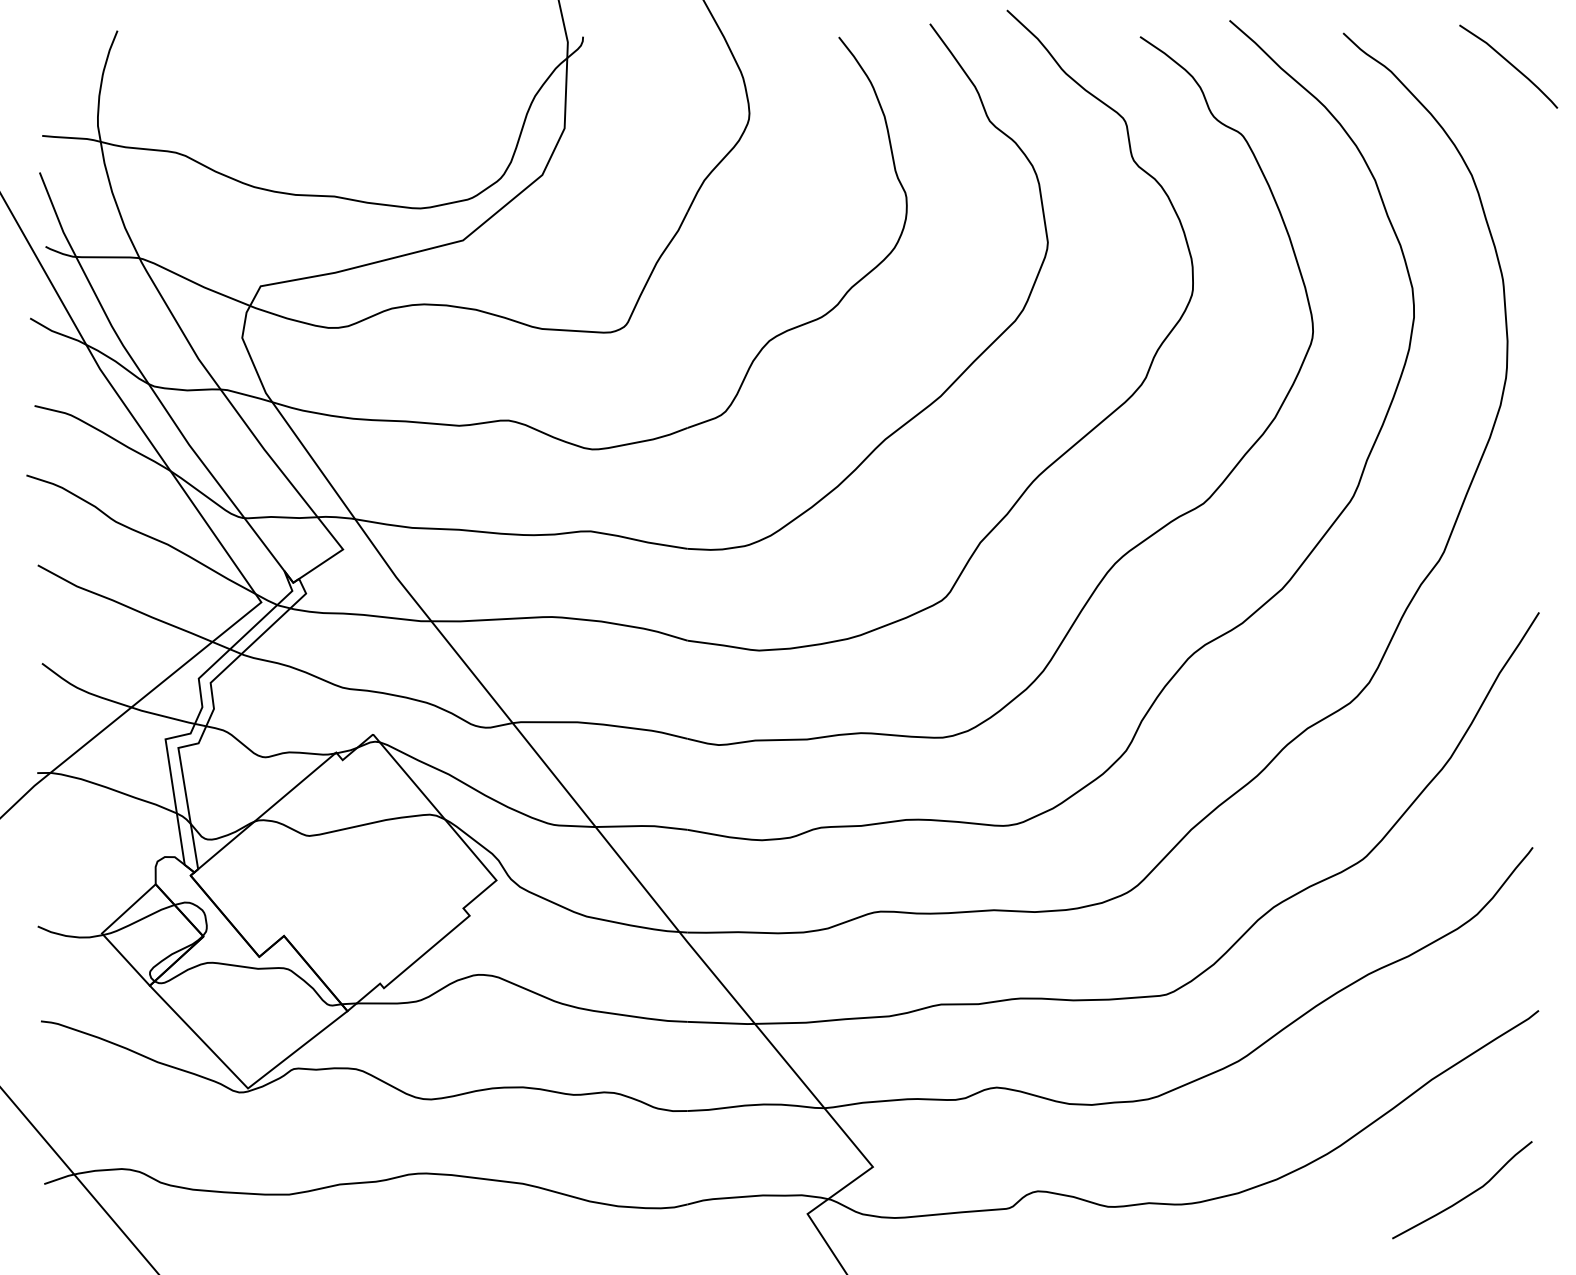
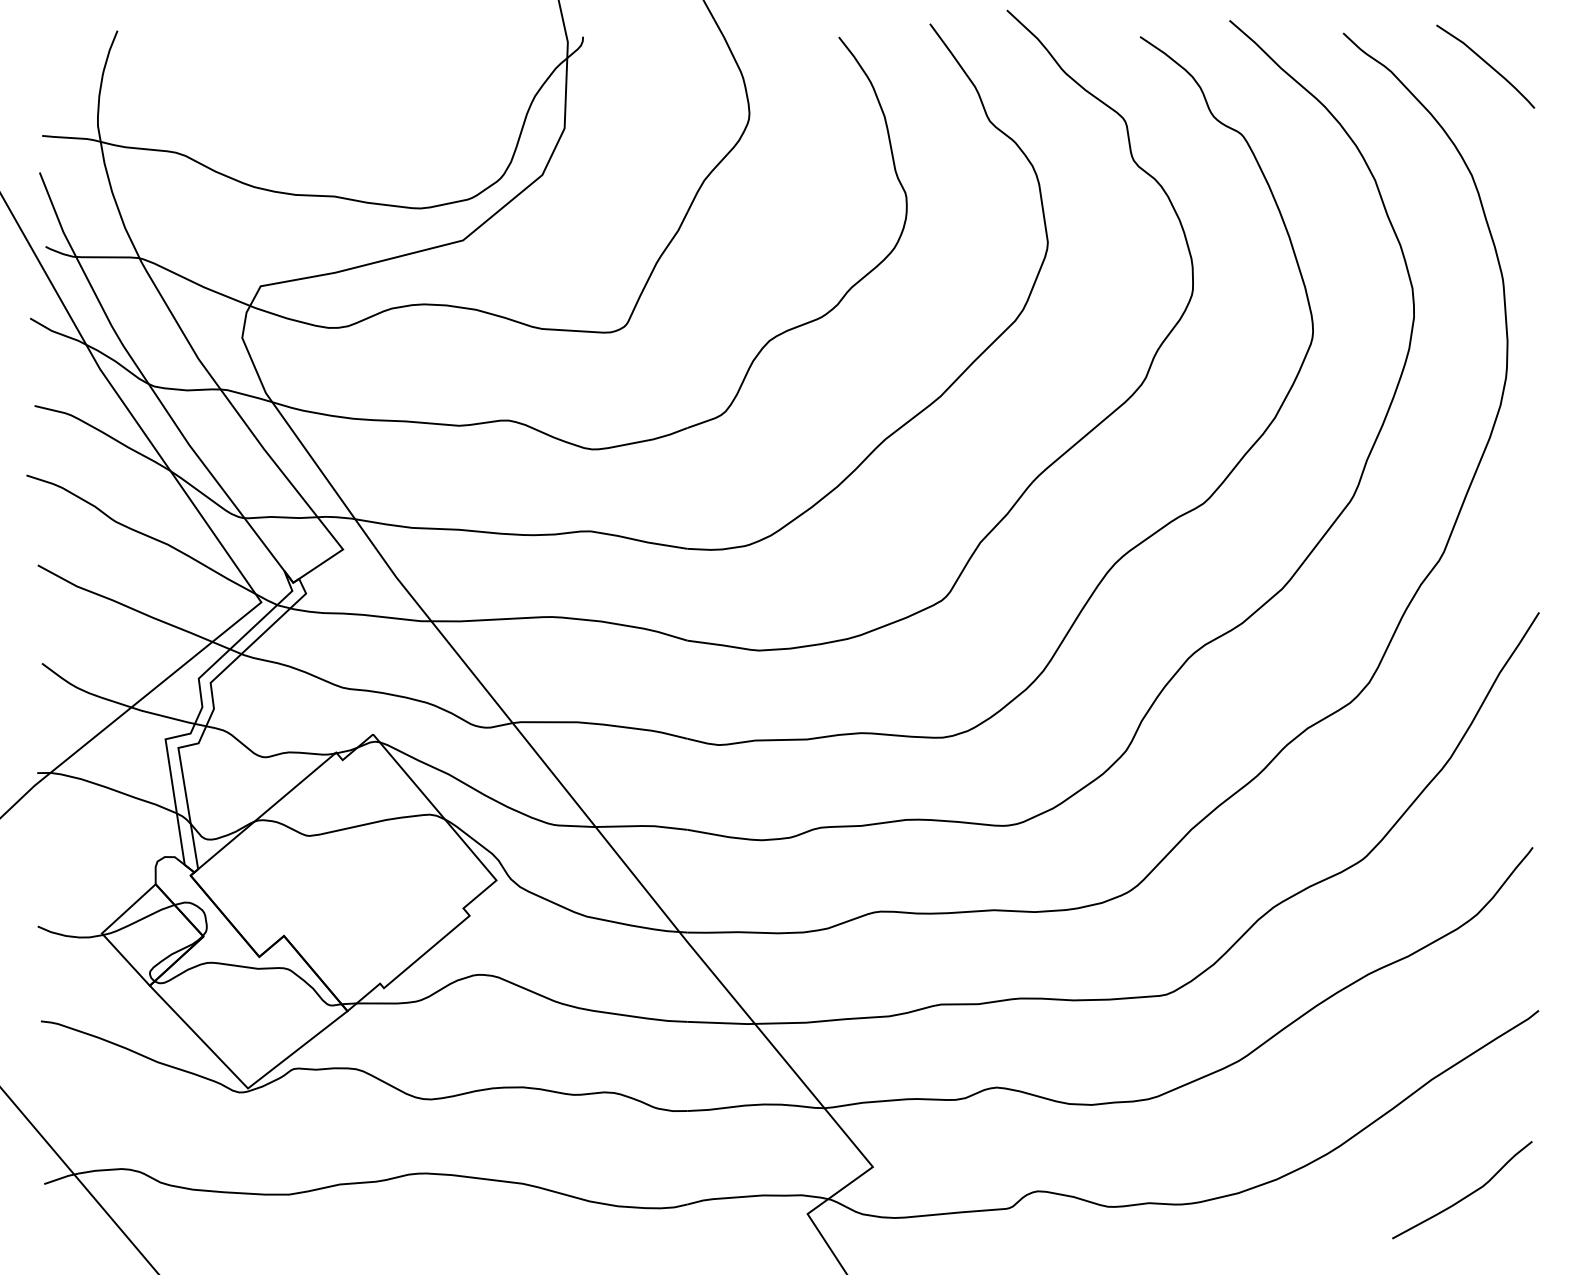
curve at (1509, 64) position: (1509, 64) -> (1486, 64)
